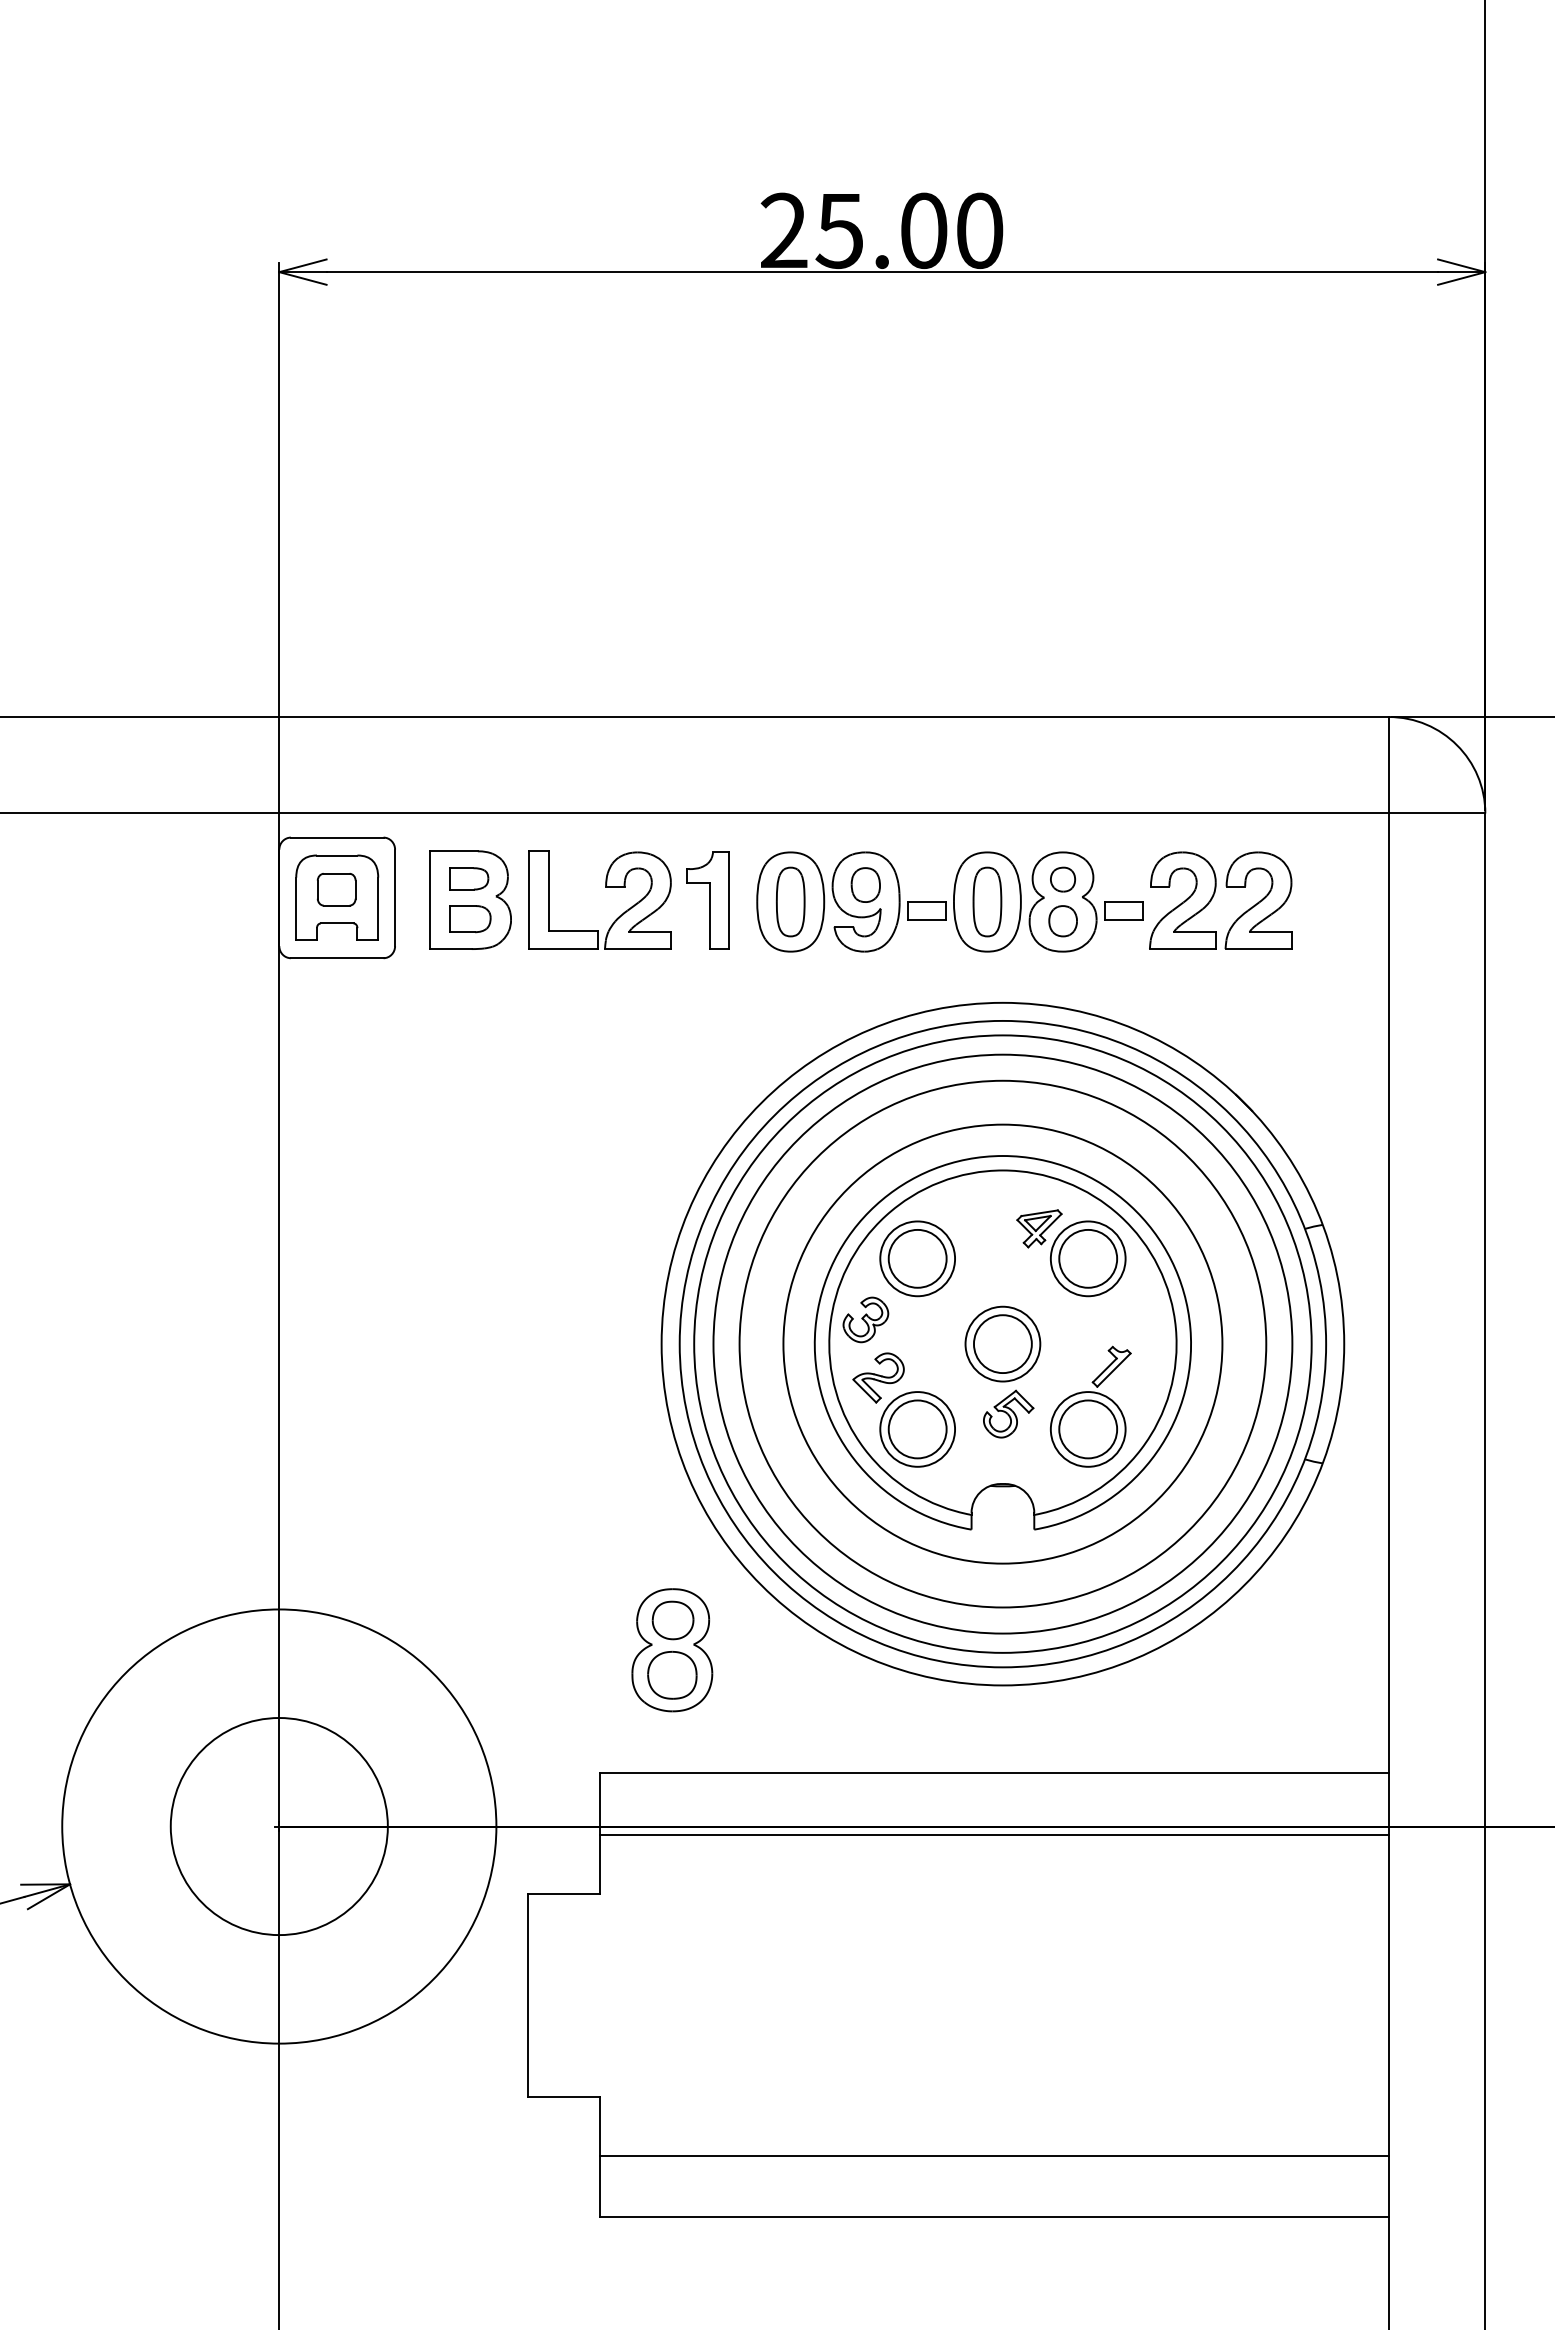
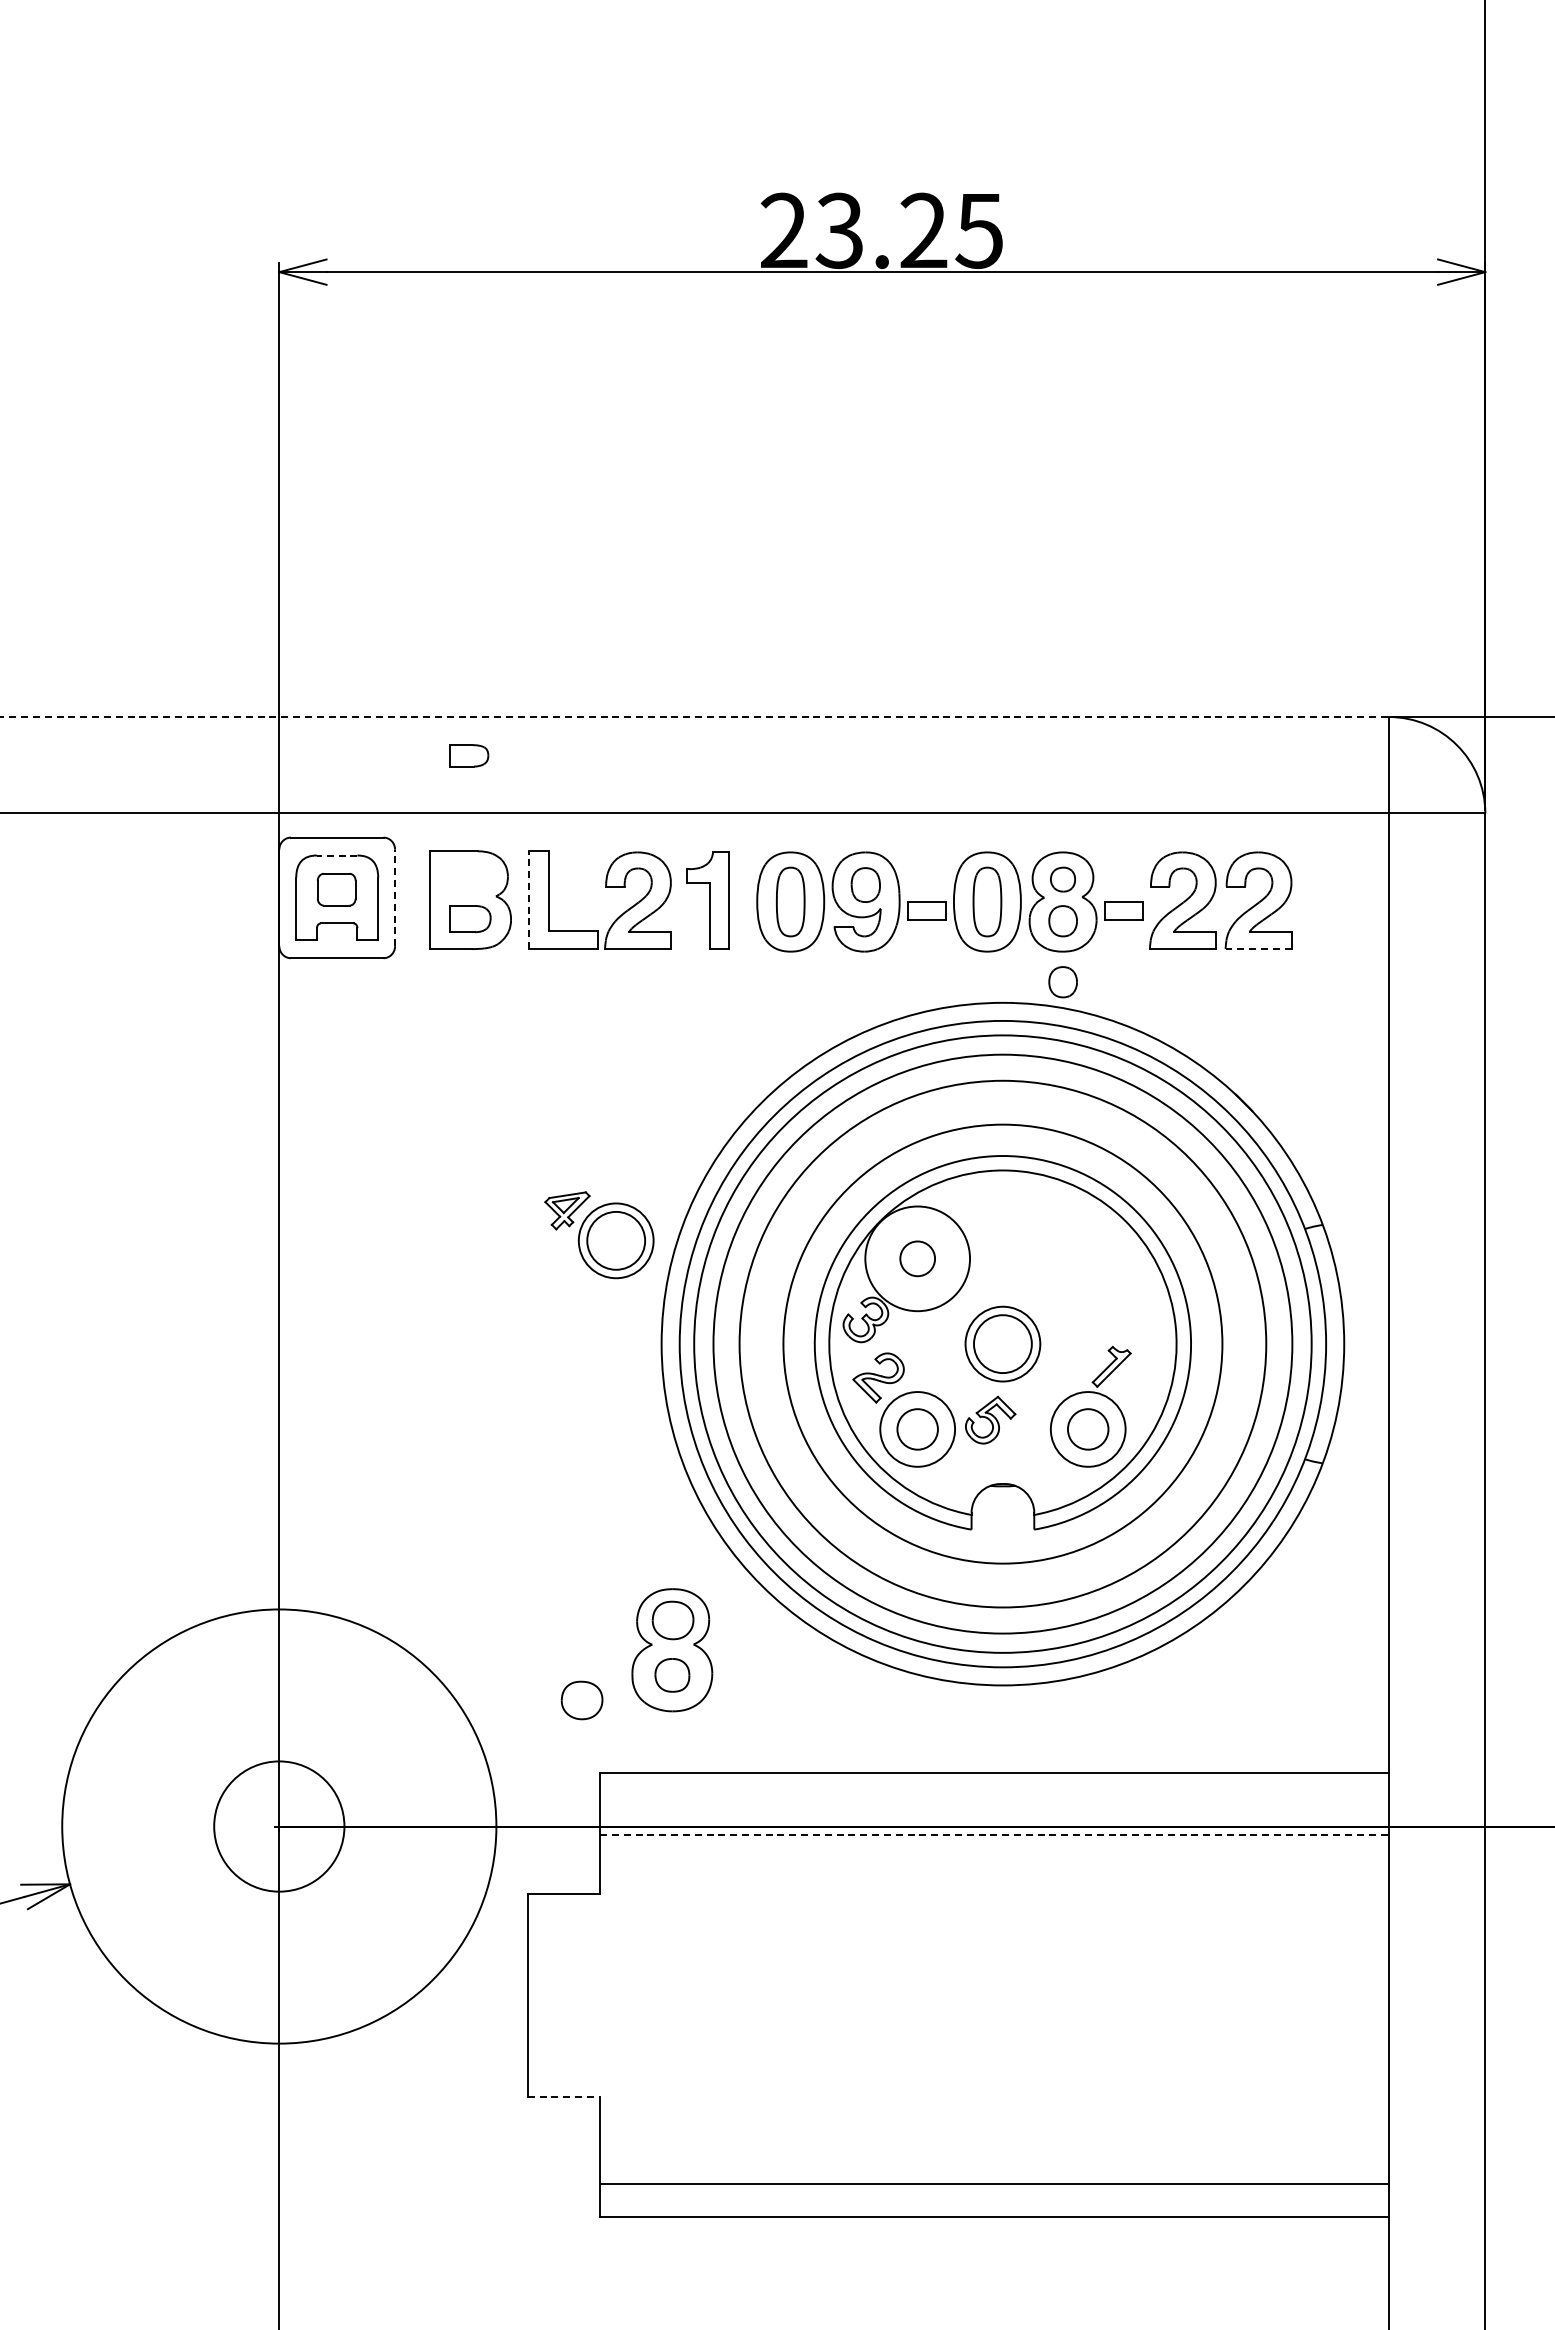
text at (909, 230): 25.00 -> 23.25
line at (695, 717): solid -> dashed
line at (336, 855): solid -> dashed
part at (469, 878) position: (469, 878) -> (469, 755)
line at (395, 897): solid -> dashed
line at (528, 900): solid -> dashed
line at (1258, 949): solid -> dashed
part at (1062, 982): none -> present
part at (1071, 1253) position: (1071, 1253) -> (599, 1235)
circle at (917, 1258) diameter: 58 px -> 35 px
circle at (917, 1258) diameter: 75 px -> 105 px
part at (1008, 1413) position: (1008, 1413) -> (990, 1419)
circle at (917, 1429) diameter: 58 px -> 41 px
circle at (1088, 1429) diameter: 58 px -> 41 px
part at (672, 1675) size: 51x49 px -> 37x35 px
part at (581, 1700): none -> present
circle at (278, 1826) diameter: 217 px -> 130 px
line at (994, 1834): solid -> dashed
line at (564, 2096): solid -> dashed
line at (994, 2155) position: (994, 2155) -> (994, 2183)
